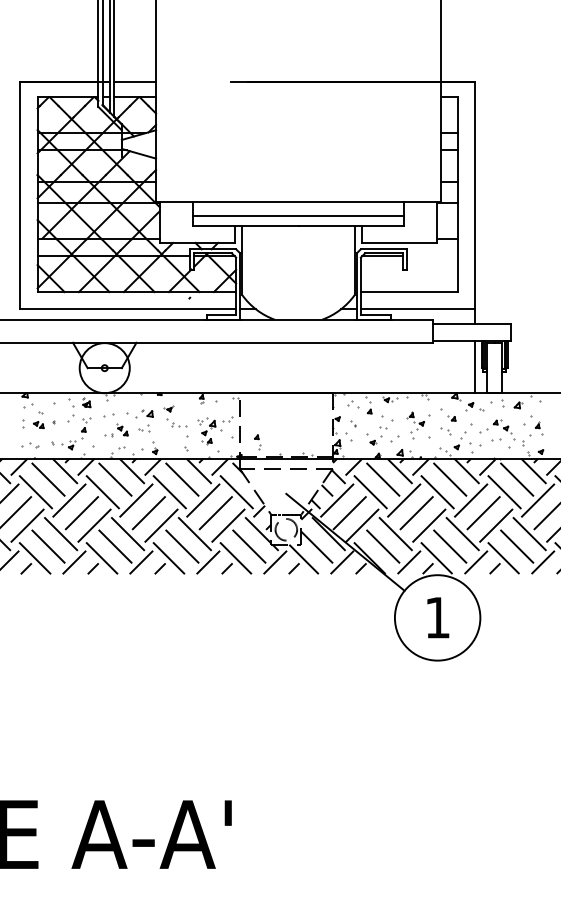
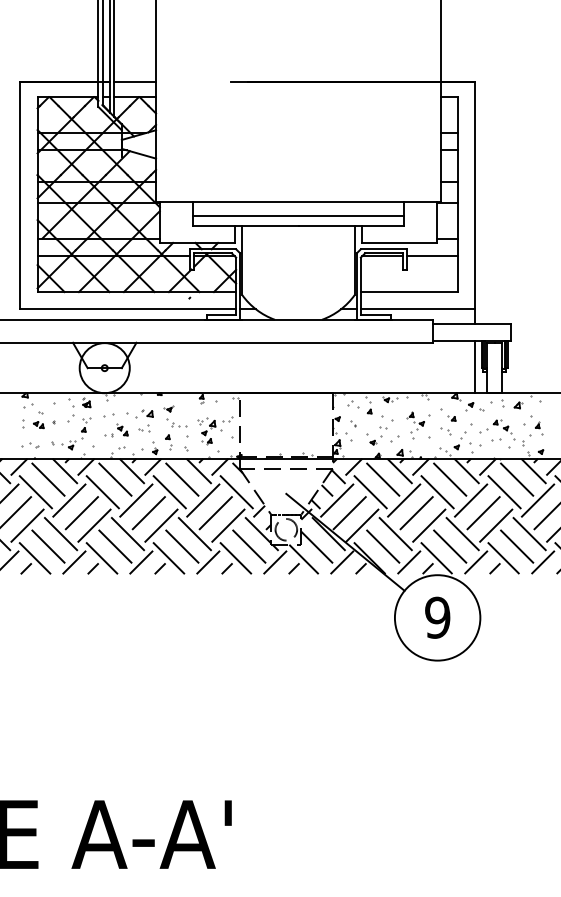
line at (431, 256): none -> present
part at (257, 442) position: (257, 442) -> (168, 442)
text at (437, 617): 1 -> 9
